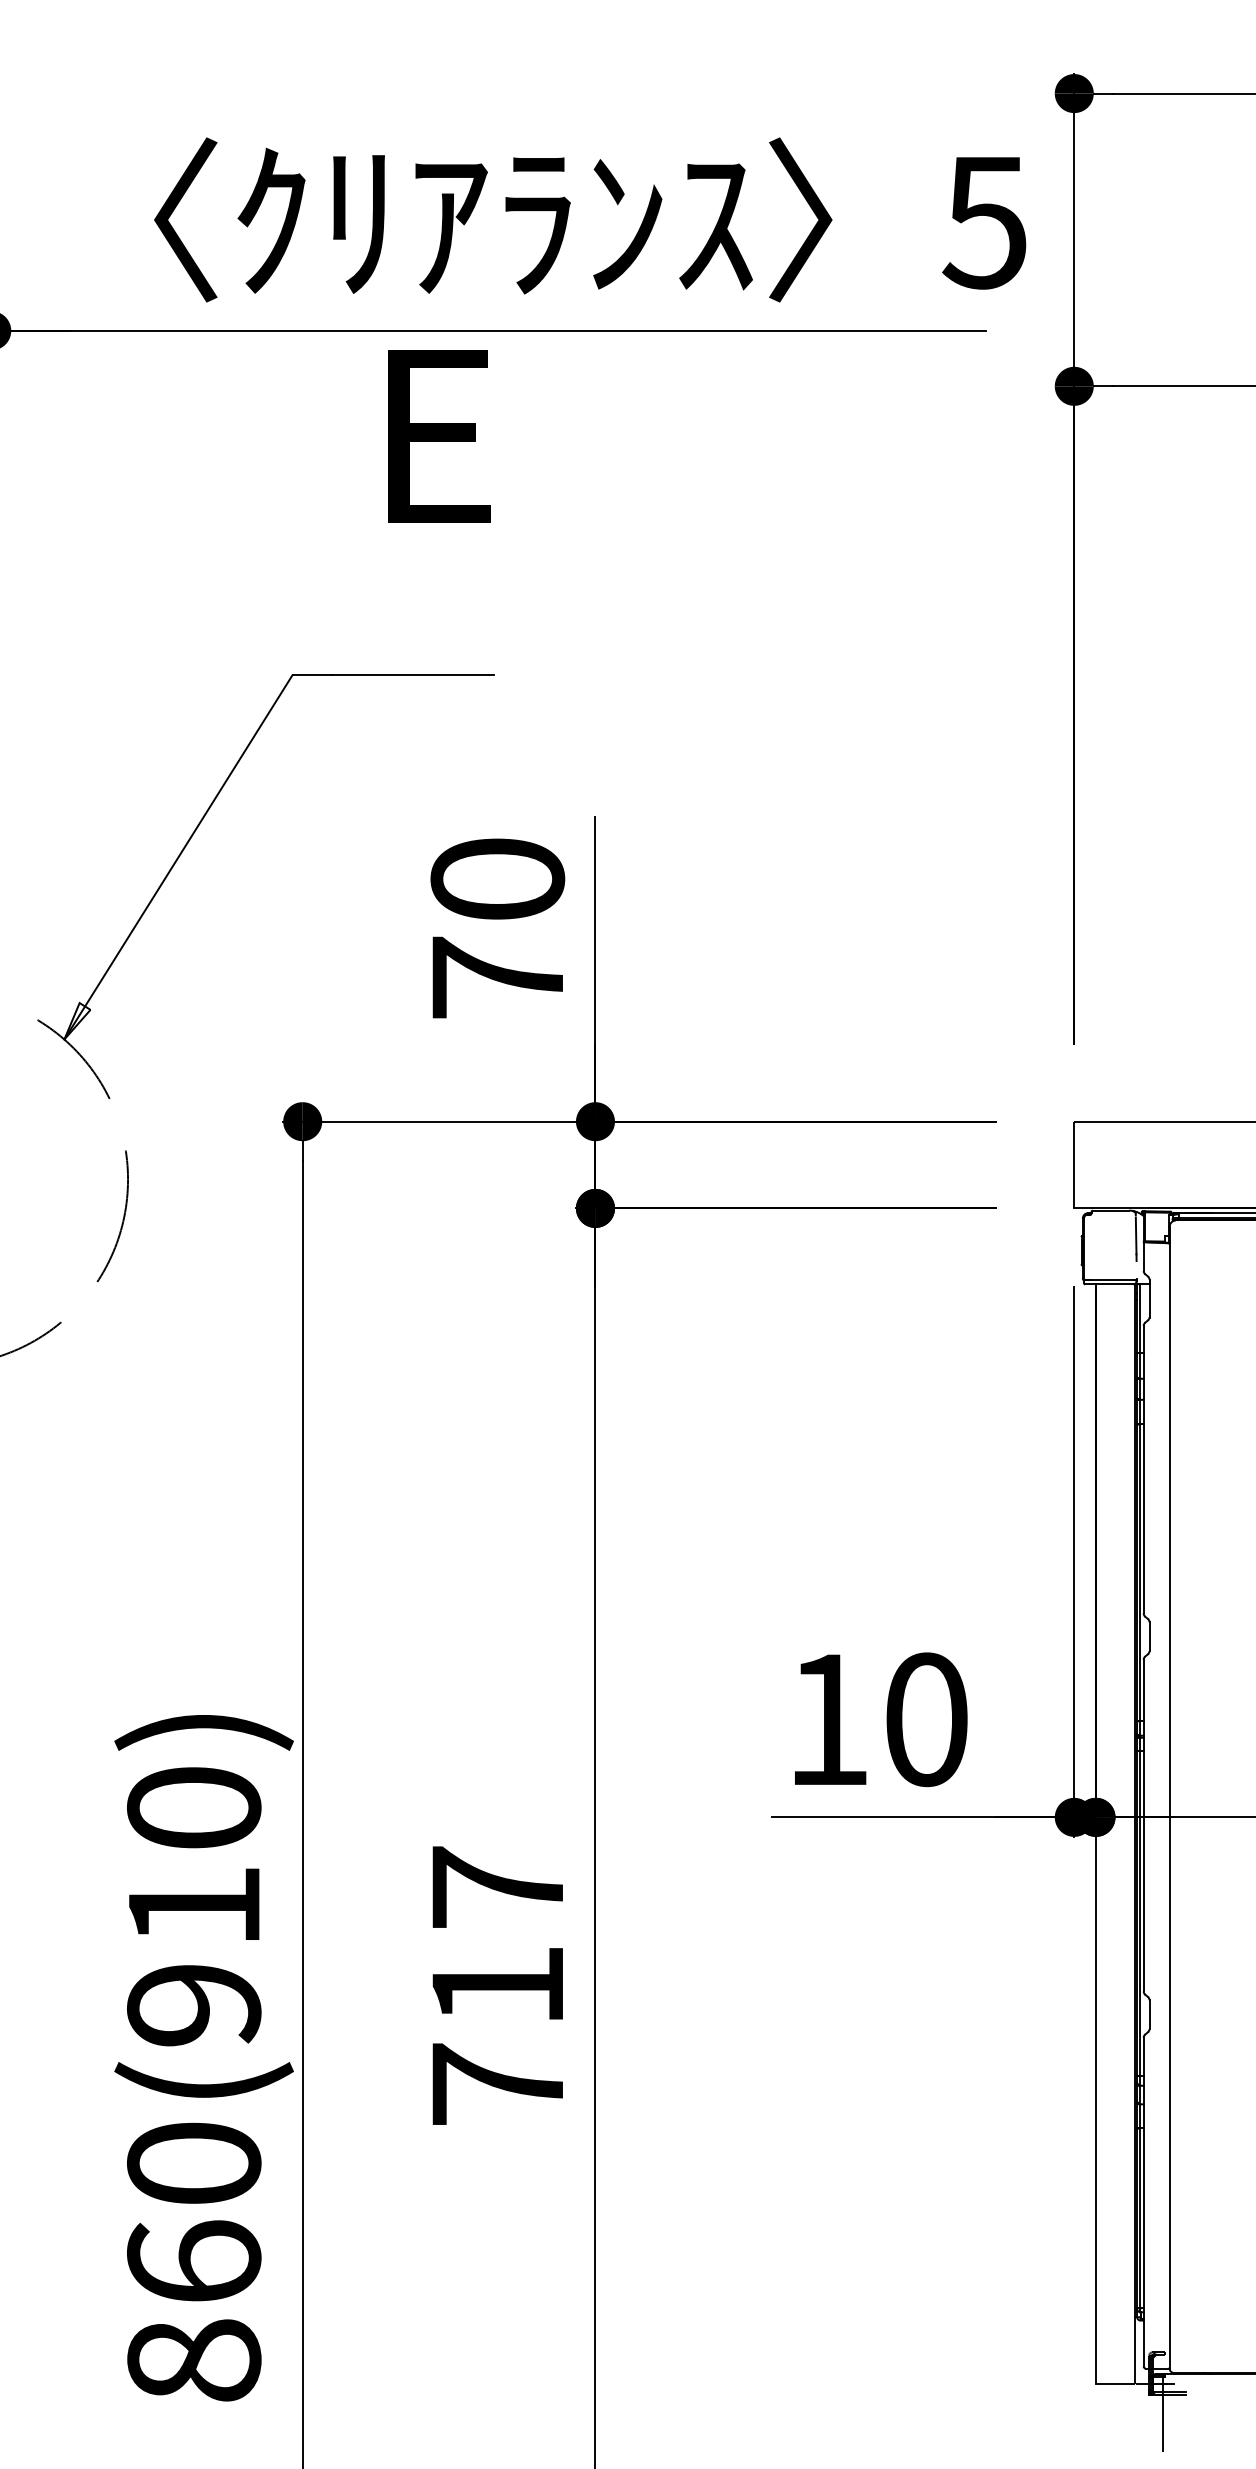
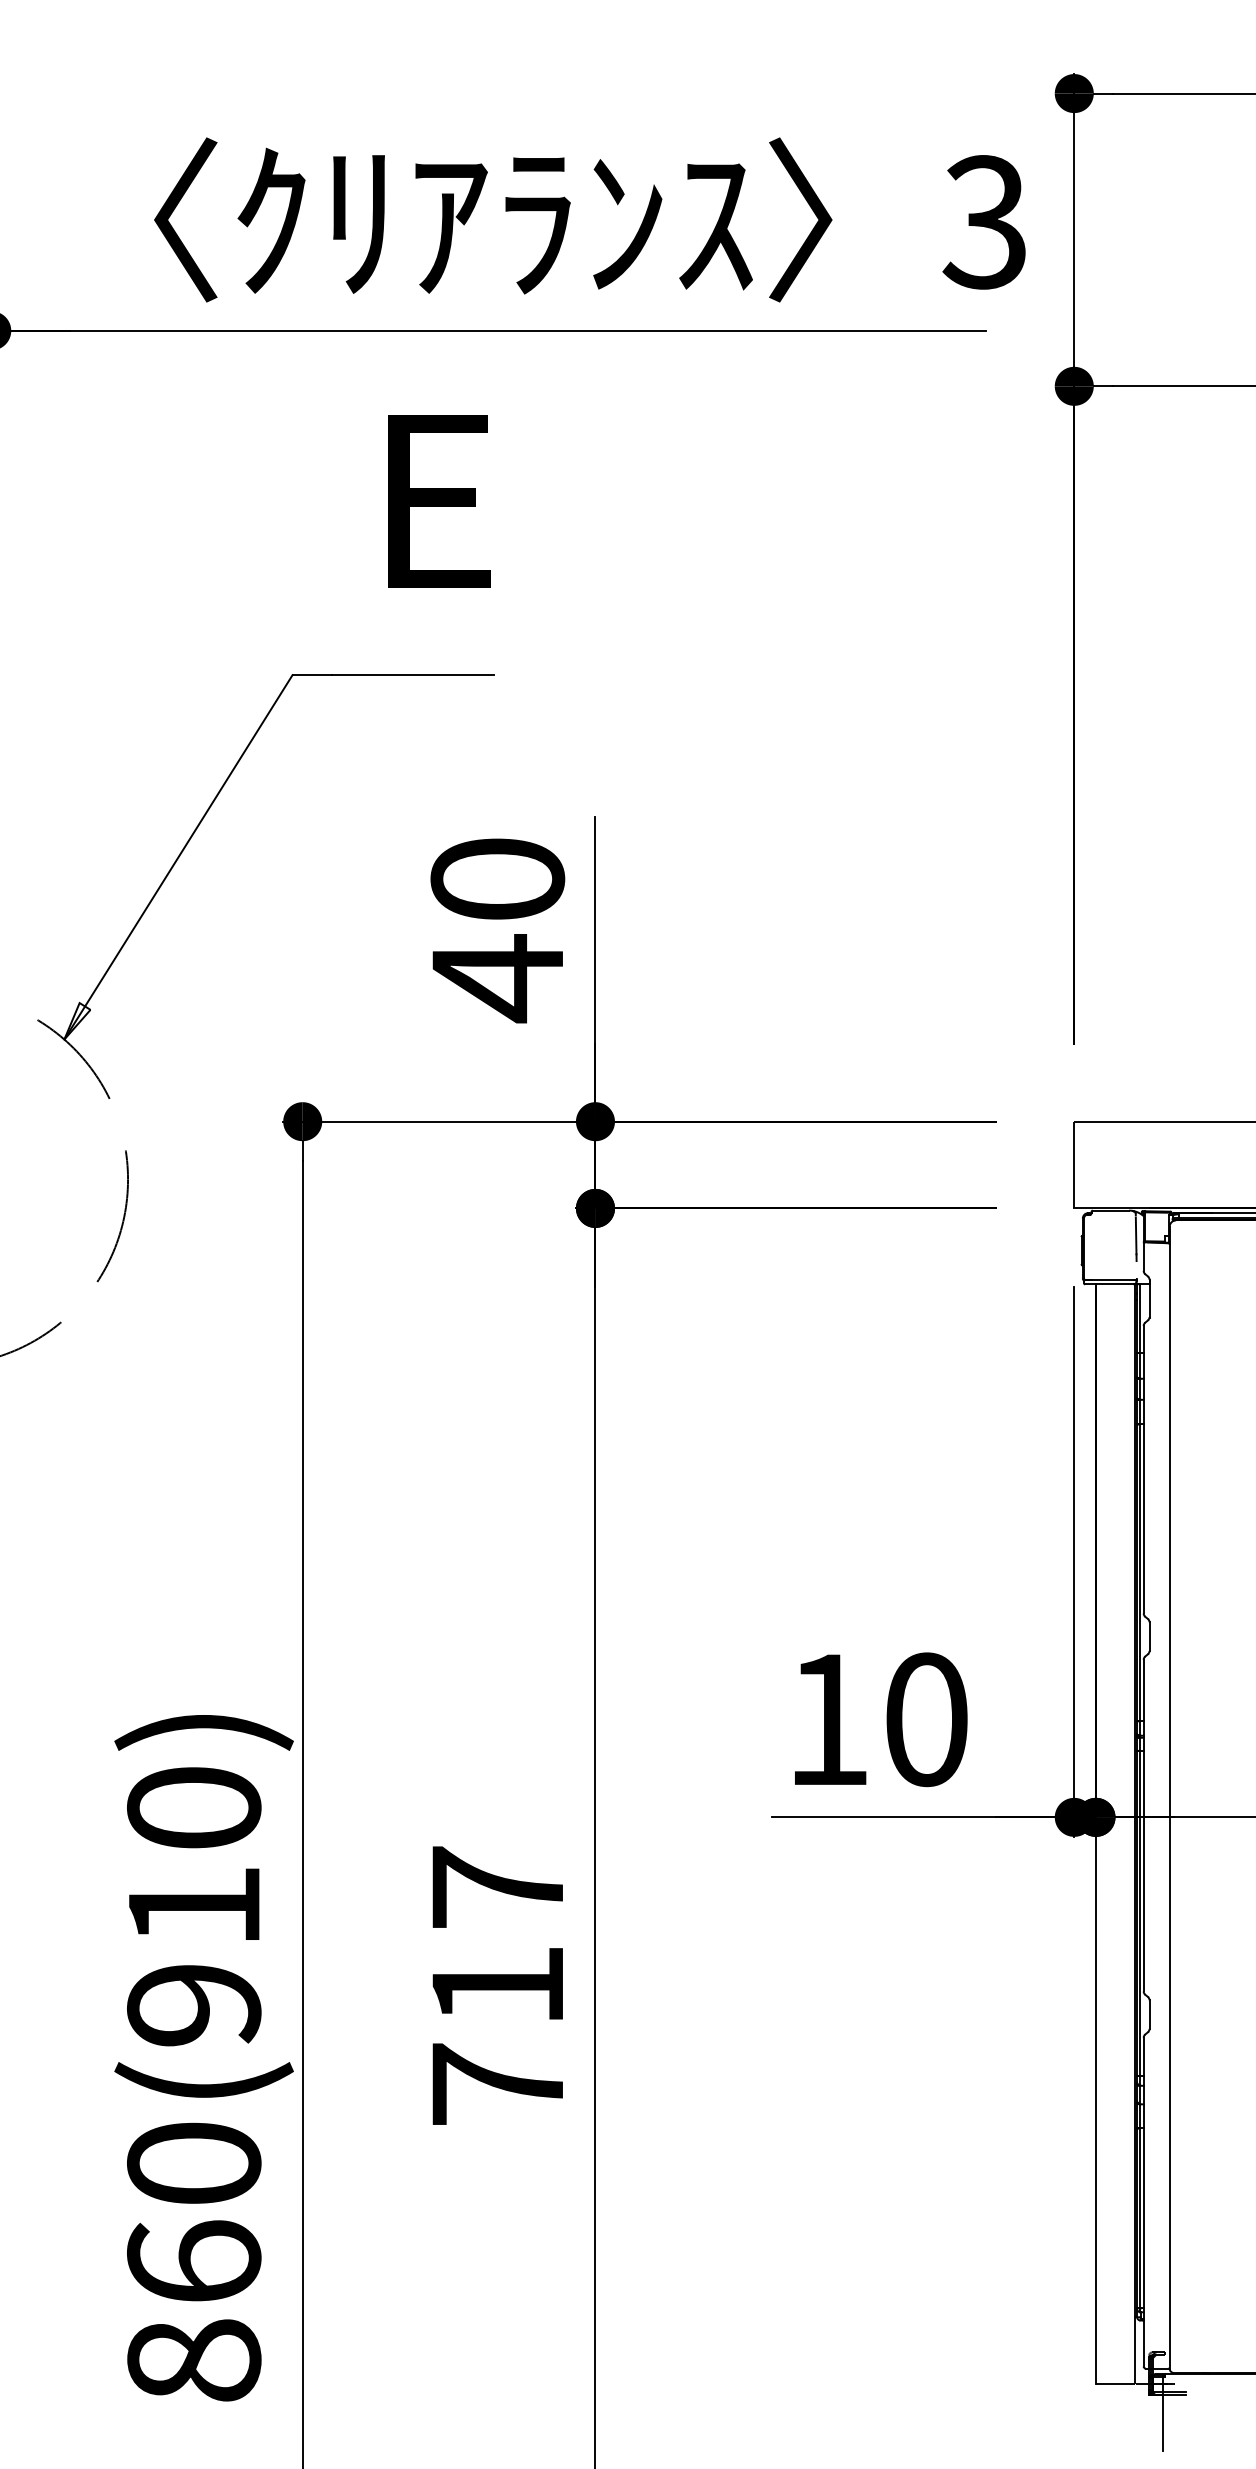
text at (984, 222): 5 -> 3
text at (439, 436) position: (439, 436) -> (439, 501)
text at (497, 978): 70 -> 40
